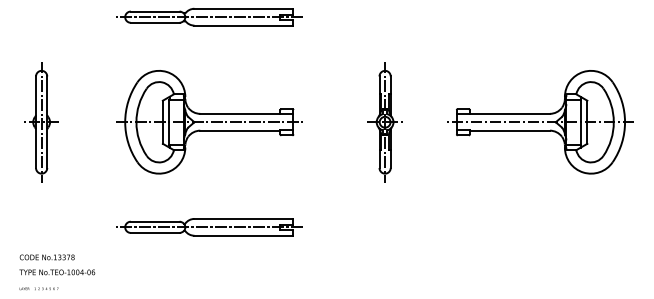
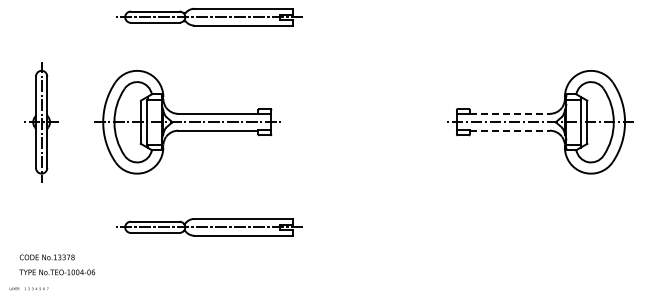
line at (510, 113): solid -> dashed
part at (209, 122) position: (209, 122) -> (187, 122)
part at (384, 122): present -> none
line at (510, 130): solid -> dashed
text at (38, 288) position: (38, 288) -> (28, 288)
